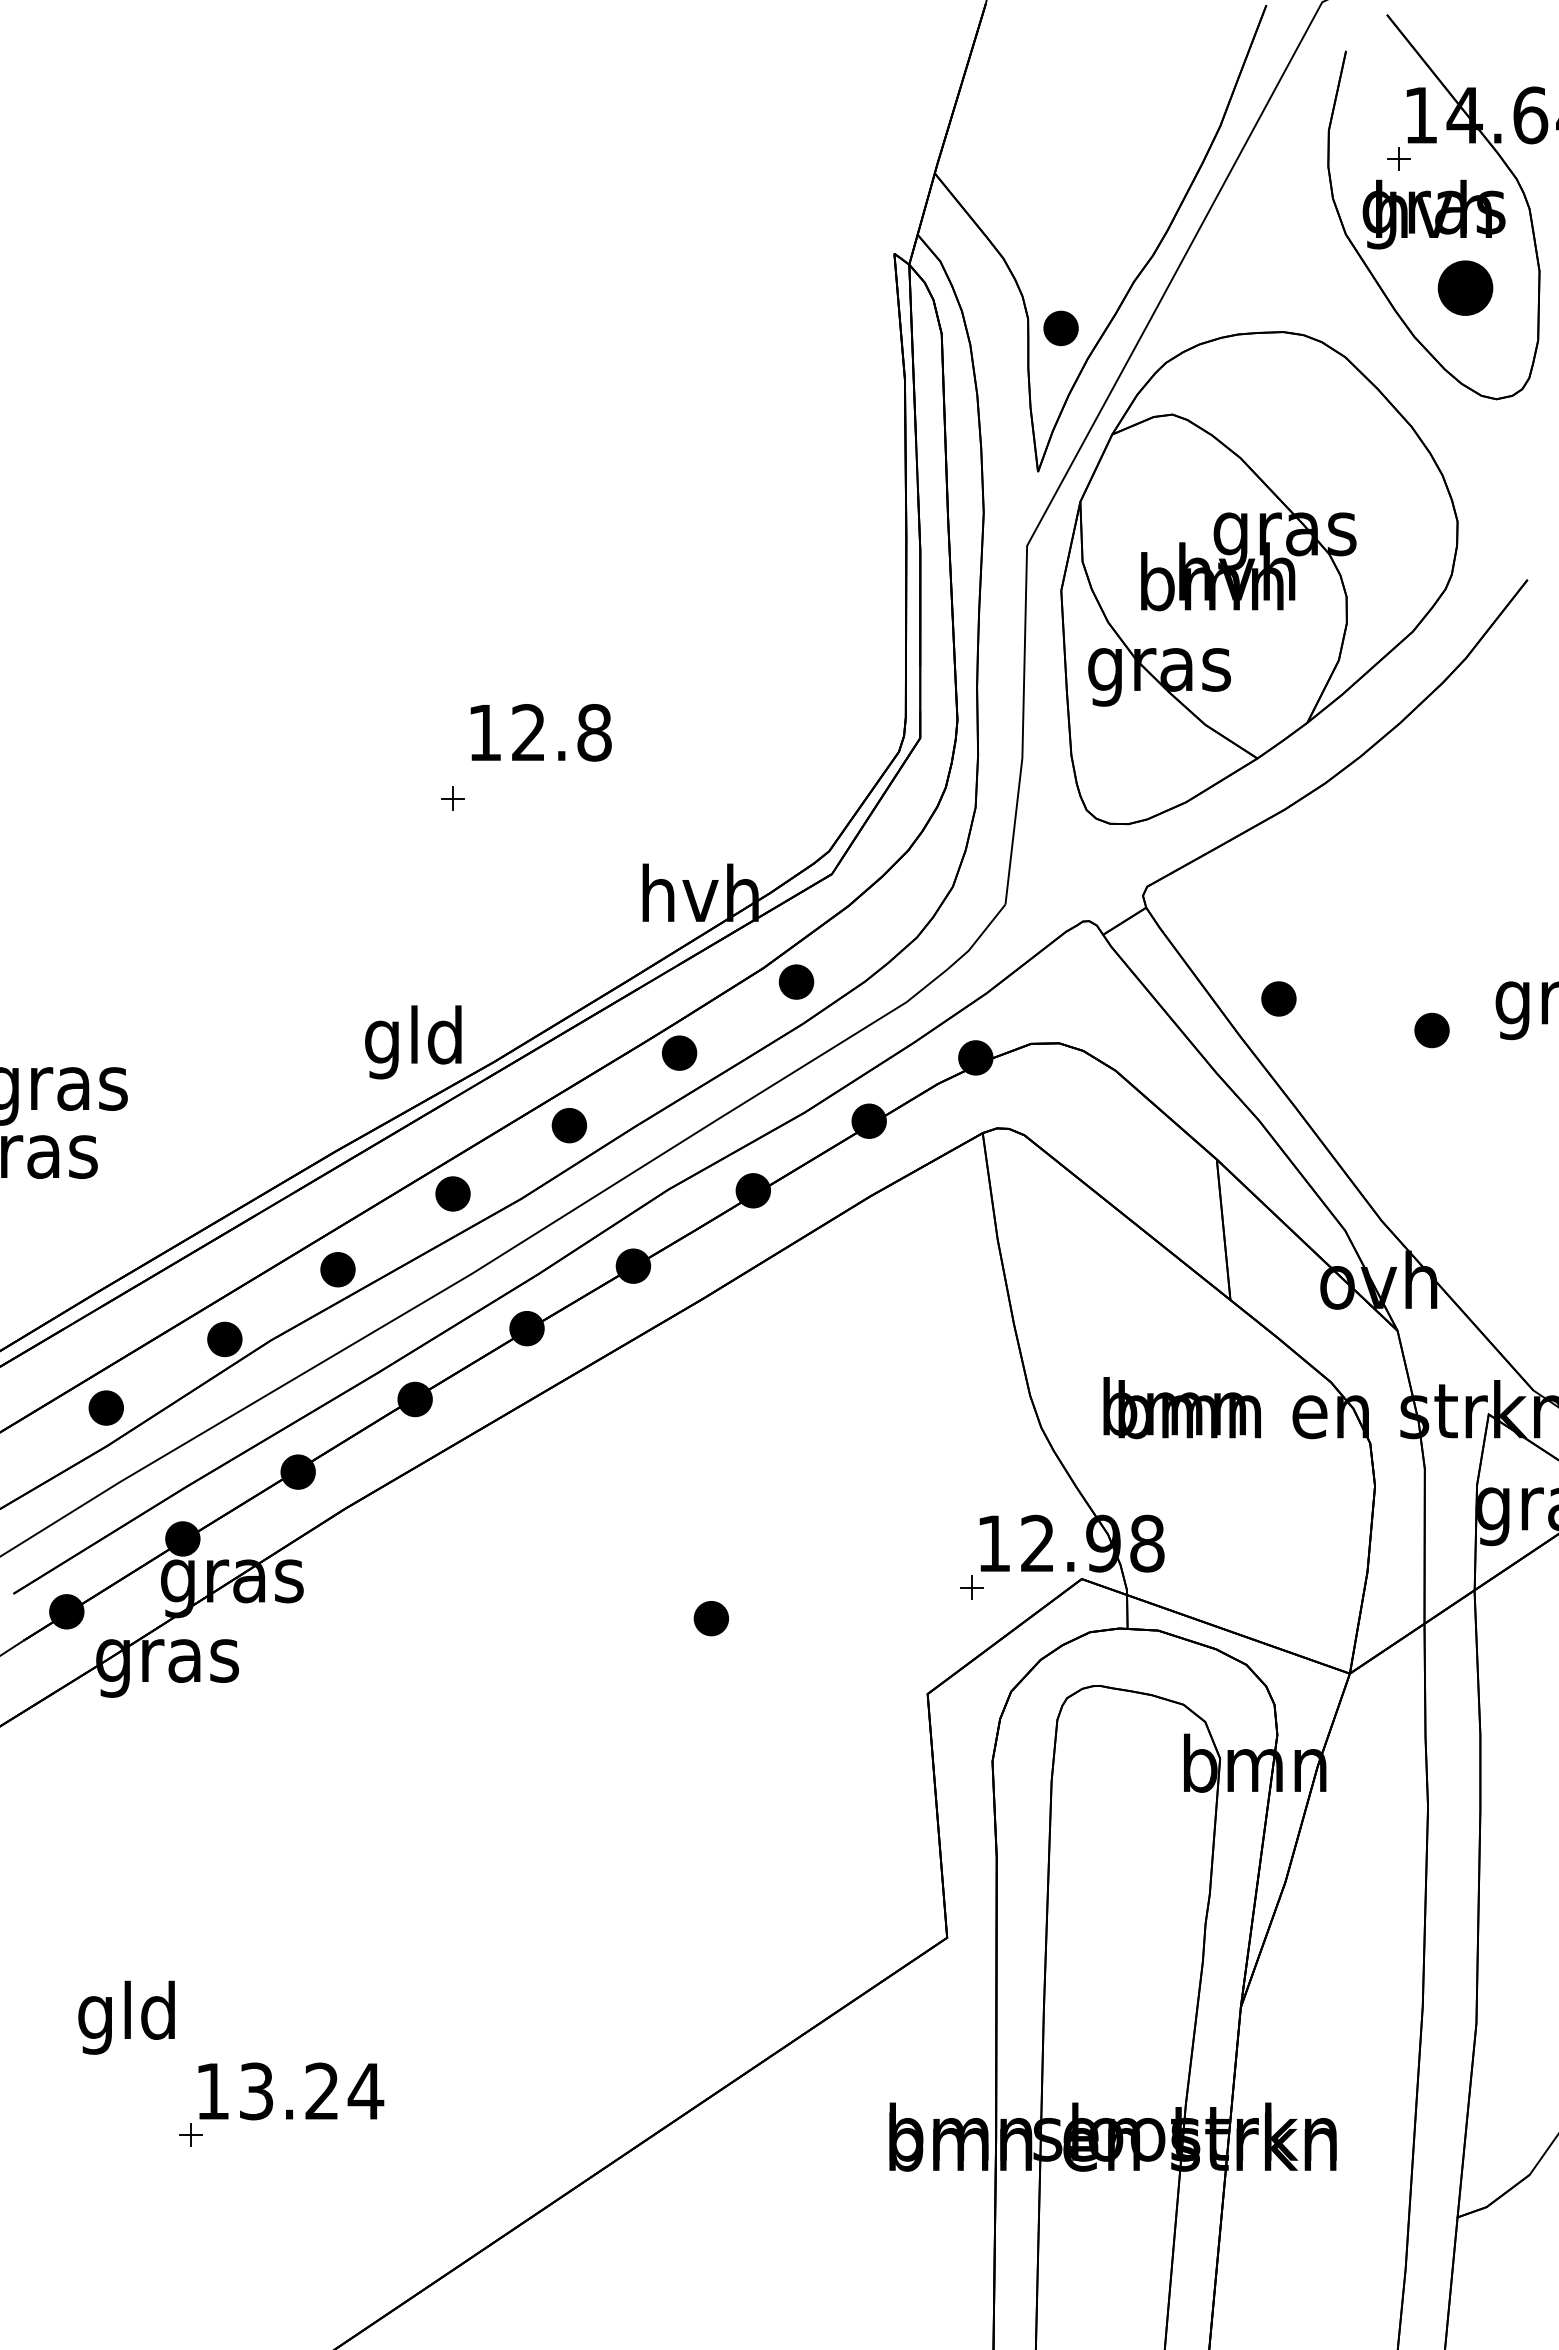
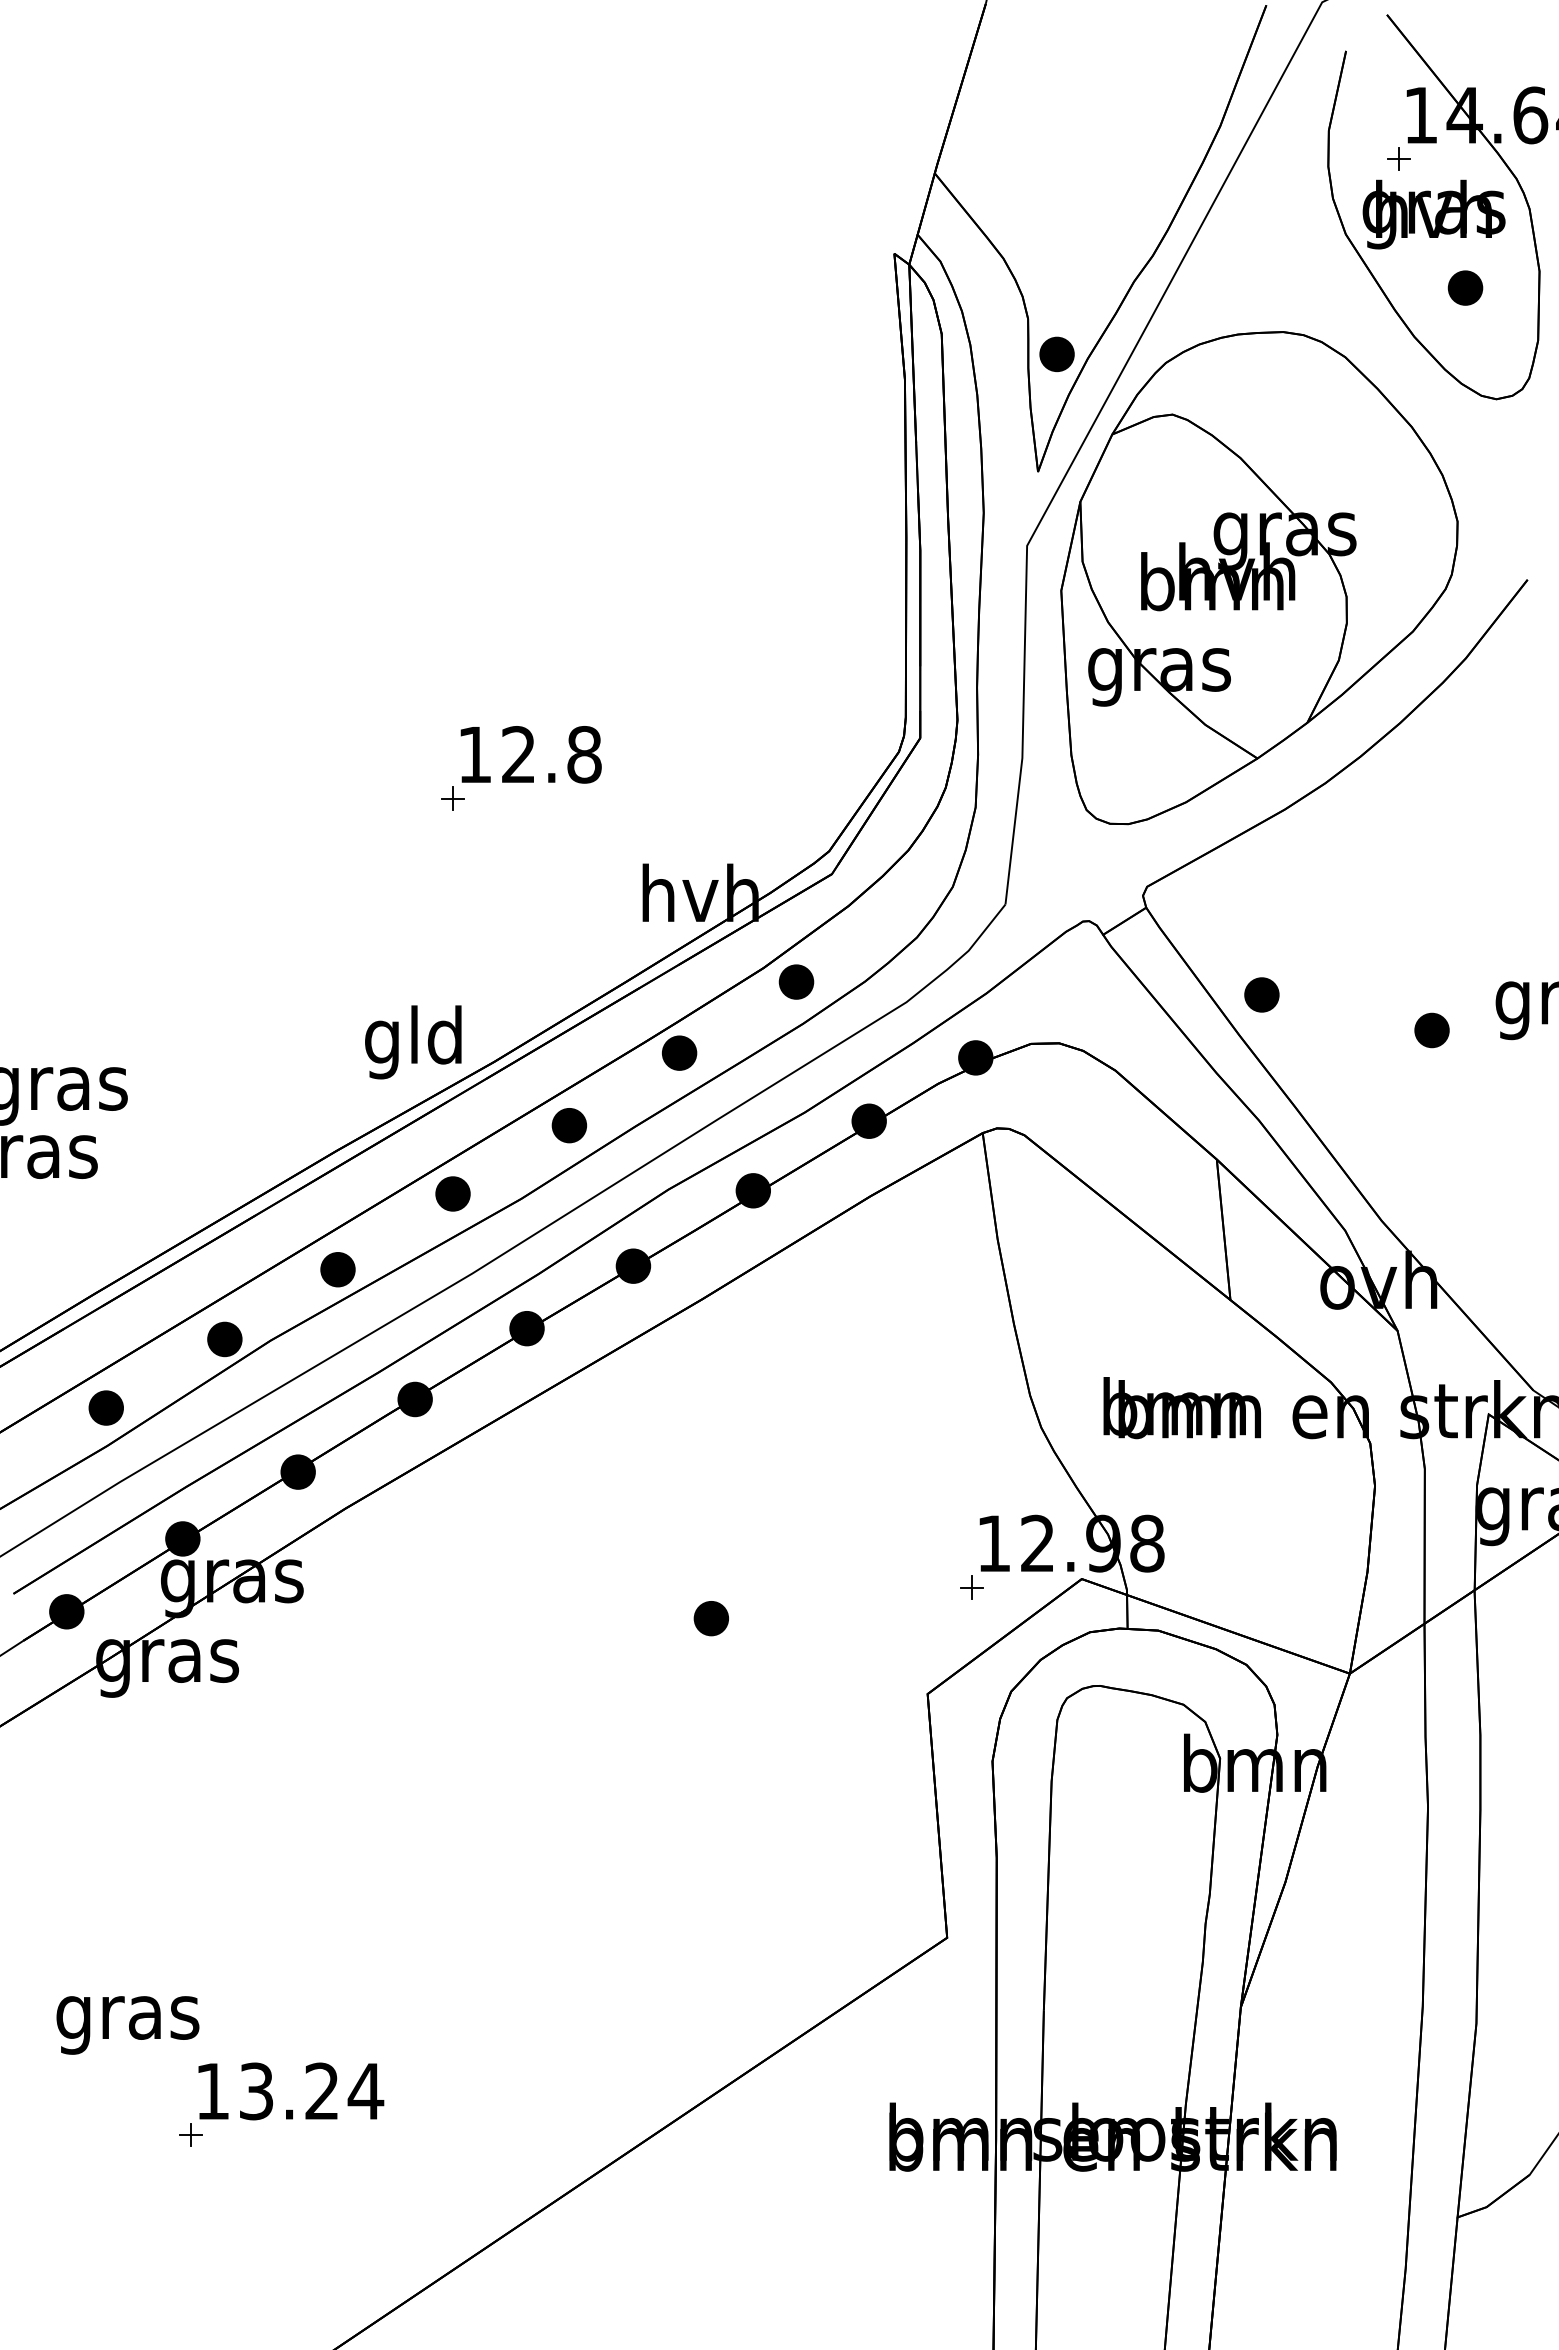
part at (1465, 287) size: 57x56 px -> 37x36 px
part at (1060, 328) position: (1060, 328) -> (1056, 354)
text at (540, 732) position: (540, 732) -> (530, 754)
part at (1278, 998) position: (1278, 998) -> (1261, 994)
text at (127, 2017): gld -> gras
